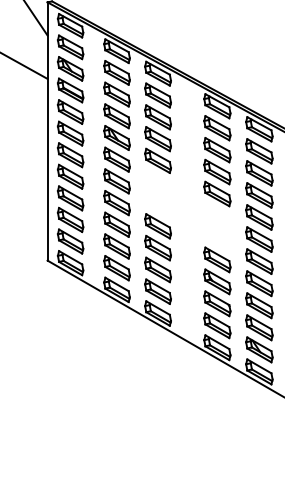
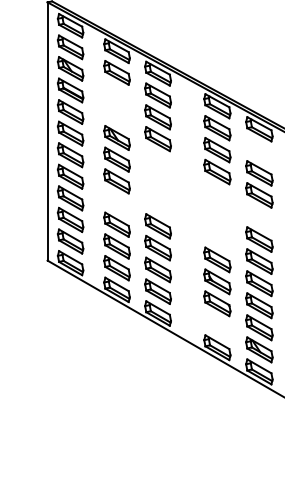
line at (36, 18): present -> none
line at (24, 65): present -> none
part at (116, 105): present -> none
part at (259, 151): present -> none
part at (157, 160): present -> none
part at (217, 193): present -> none
part at (116, 203): present -> none
part at (259, 217): present -> none
part at (217, 325): present -> none
